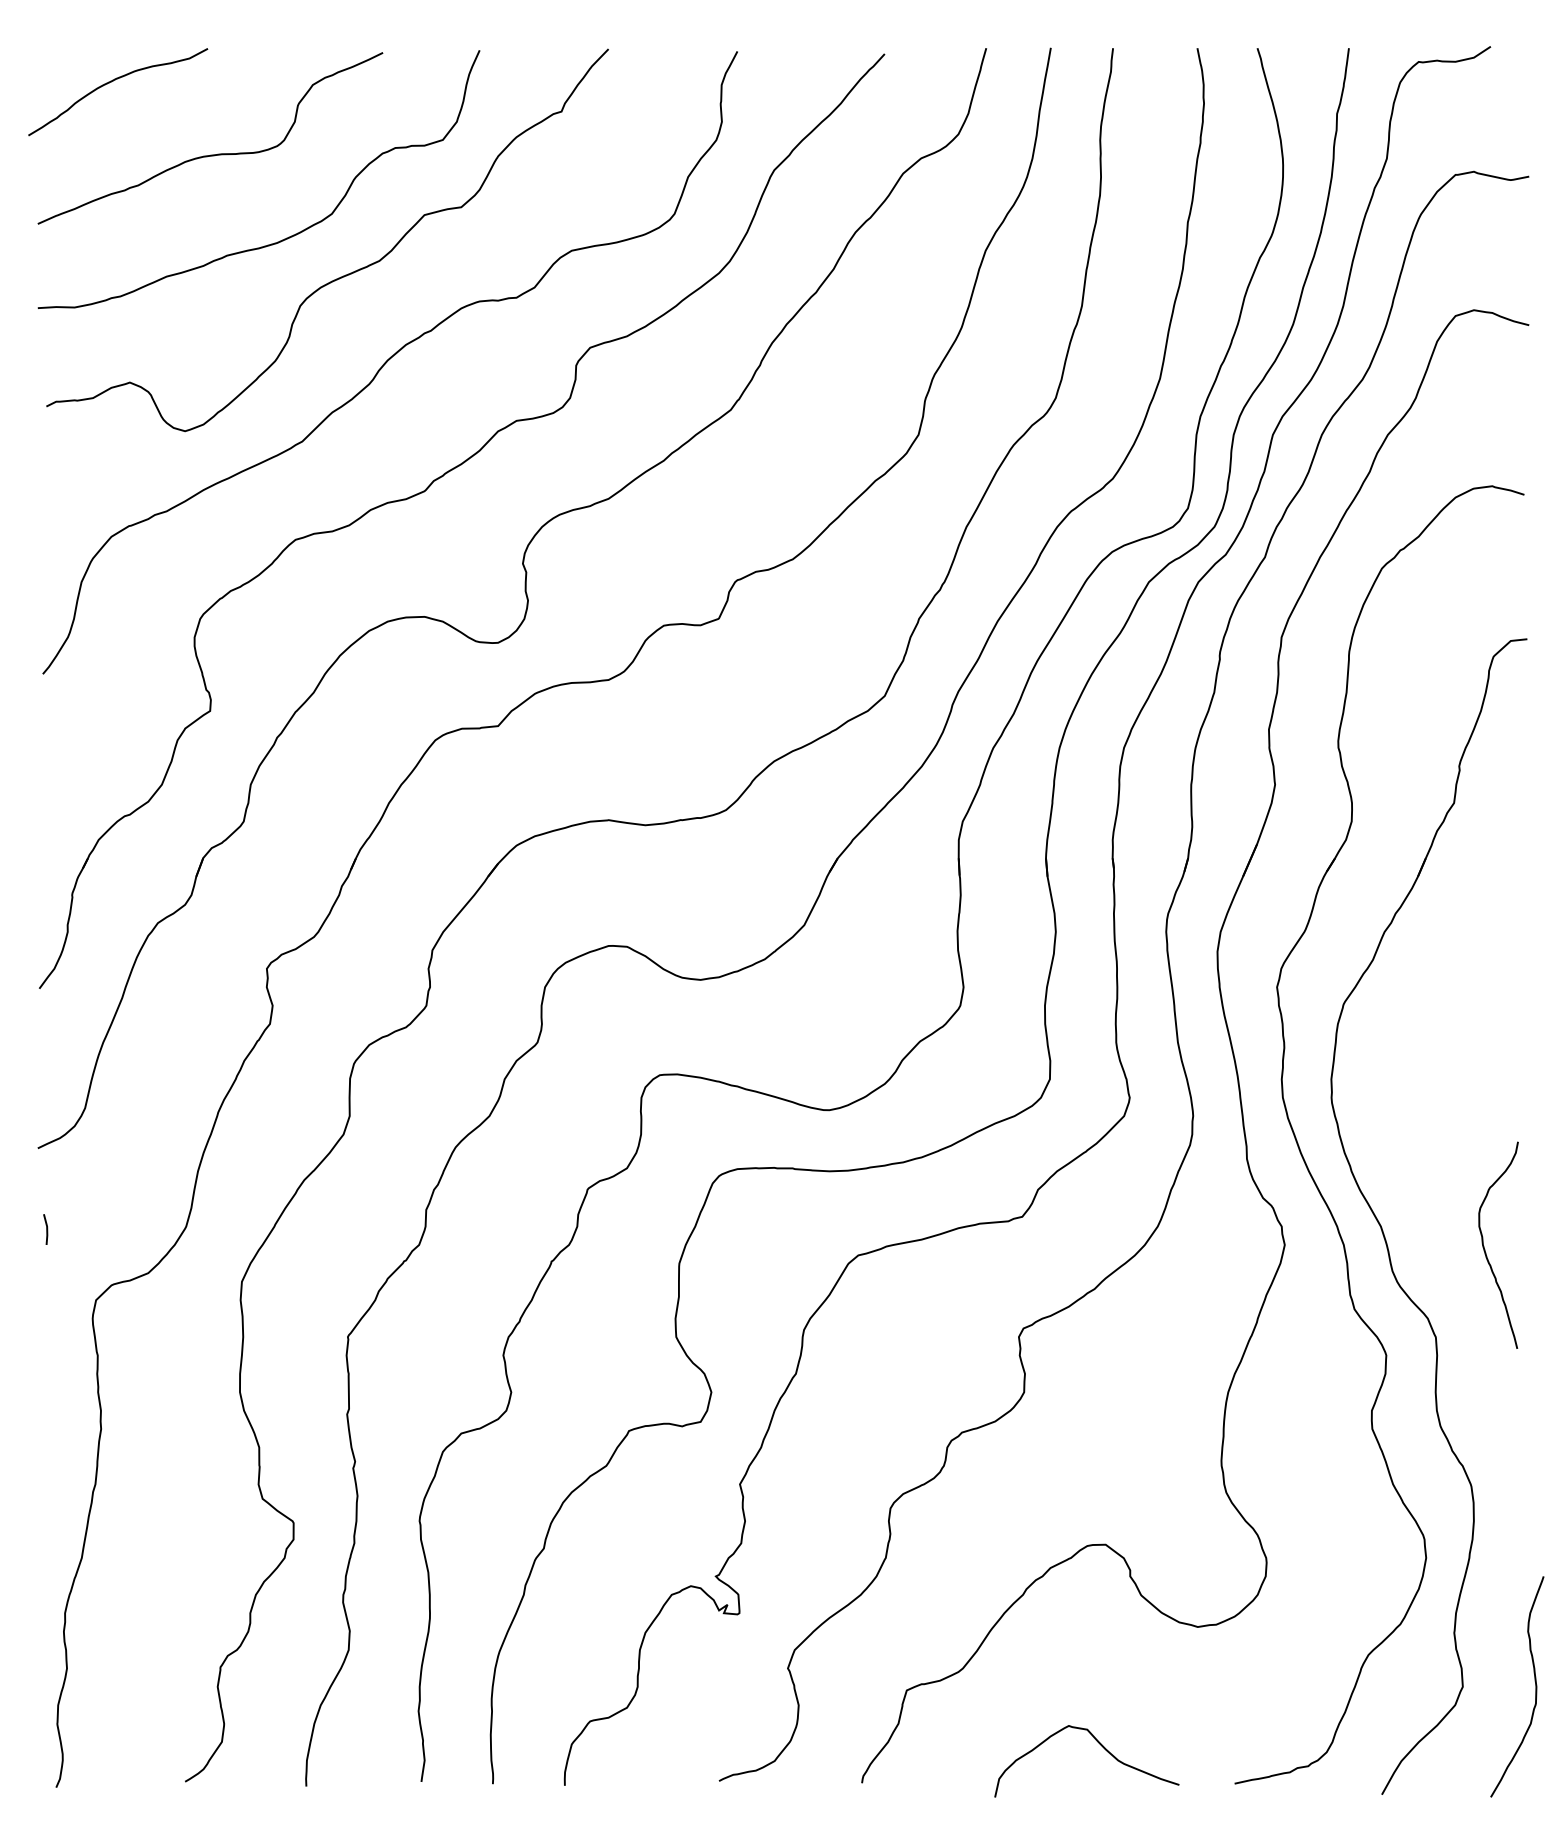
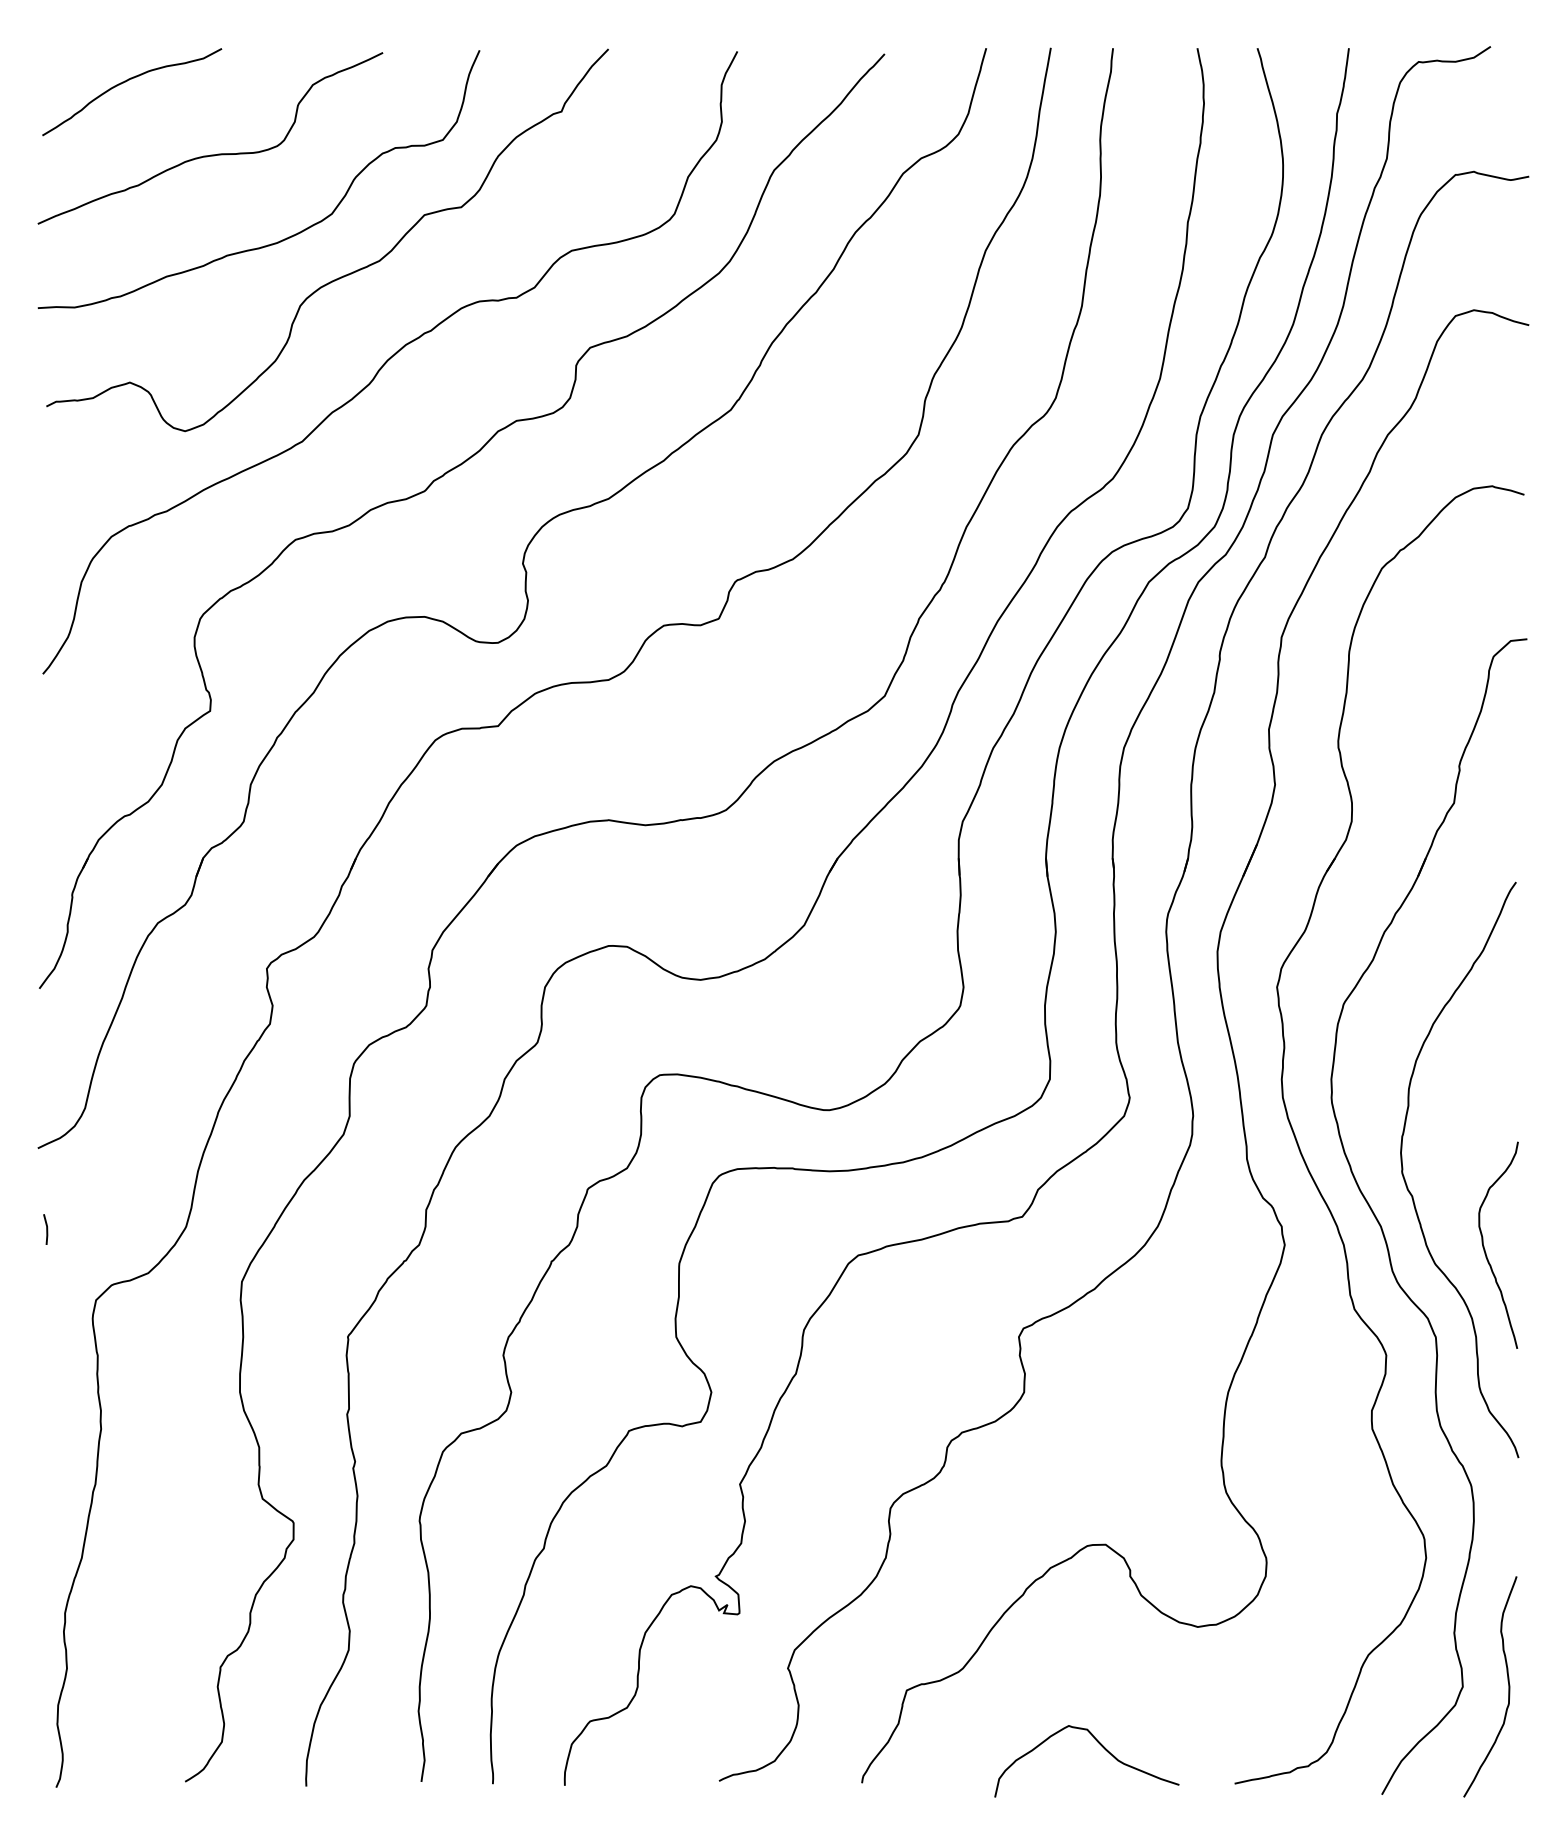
curve at (113, 81) position: (113, 81) -> (127, 81)
curve at (1412, 1194): none -> present
curve at (1534, 1681) position: (1534, 1681) -> (1507, 1681)
